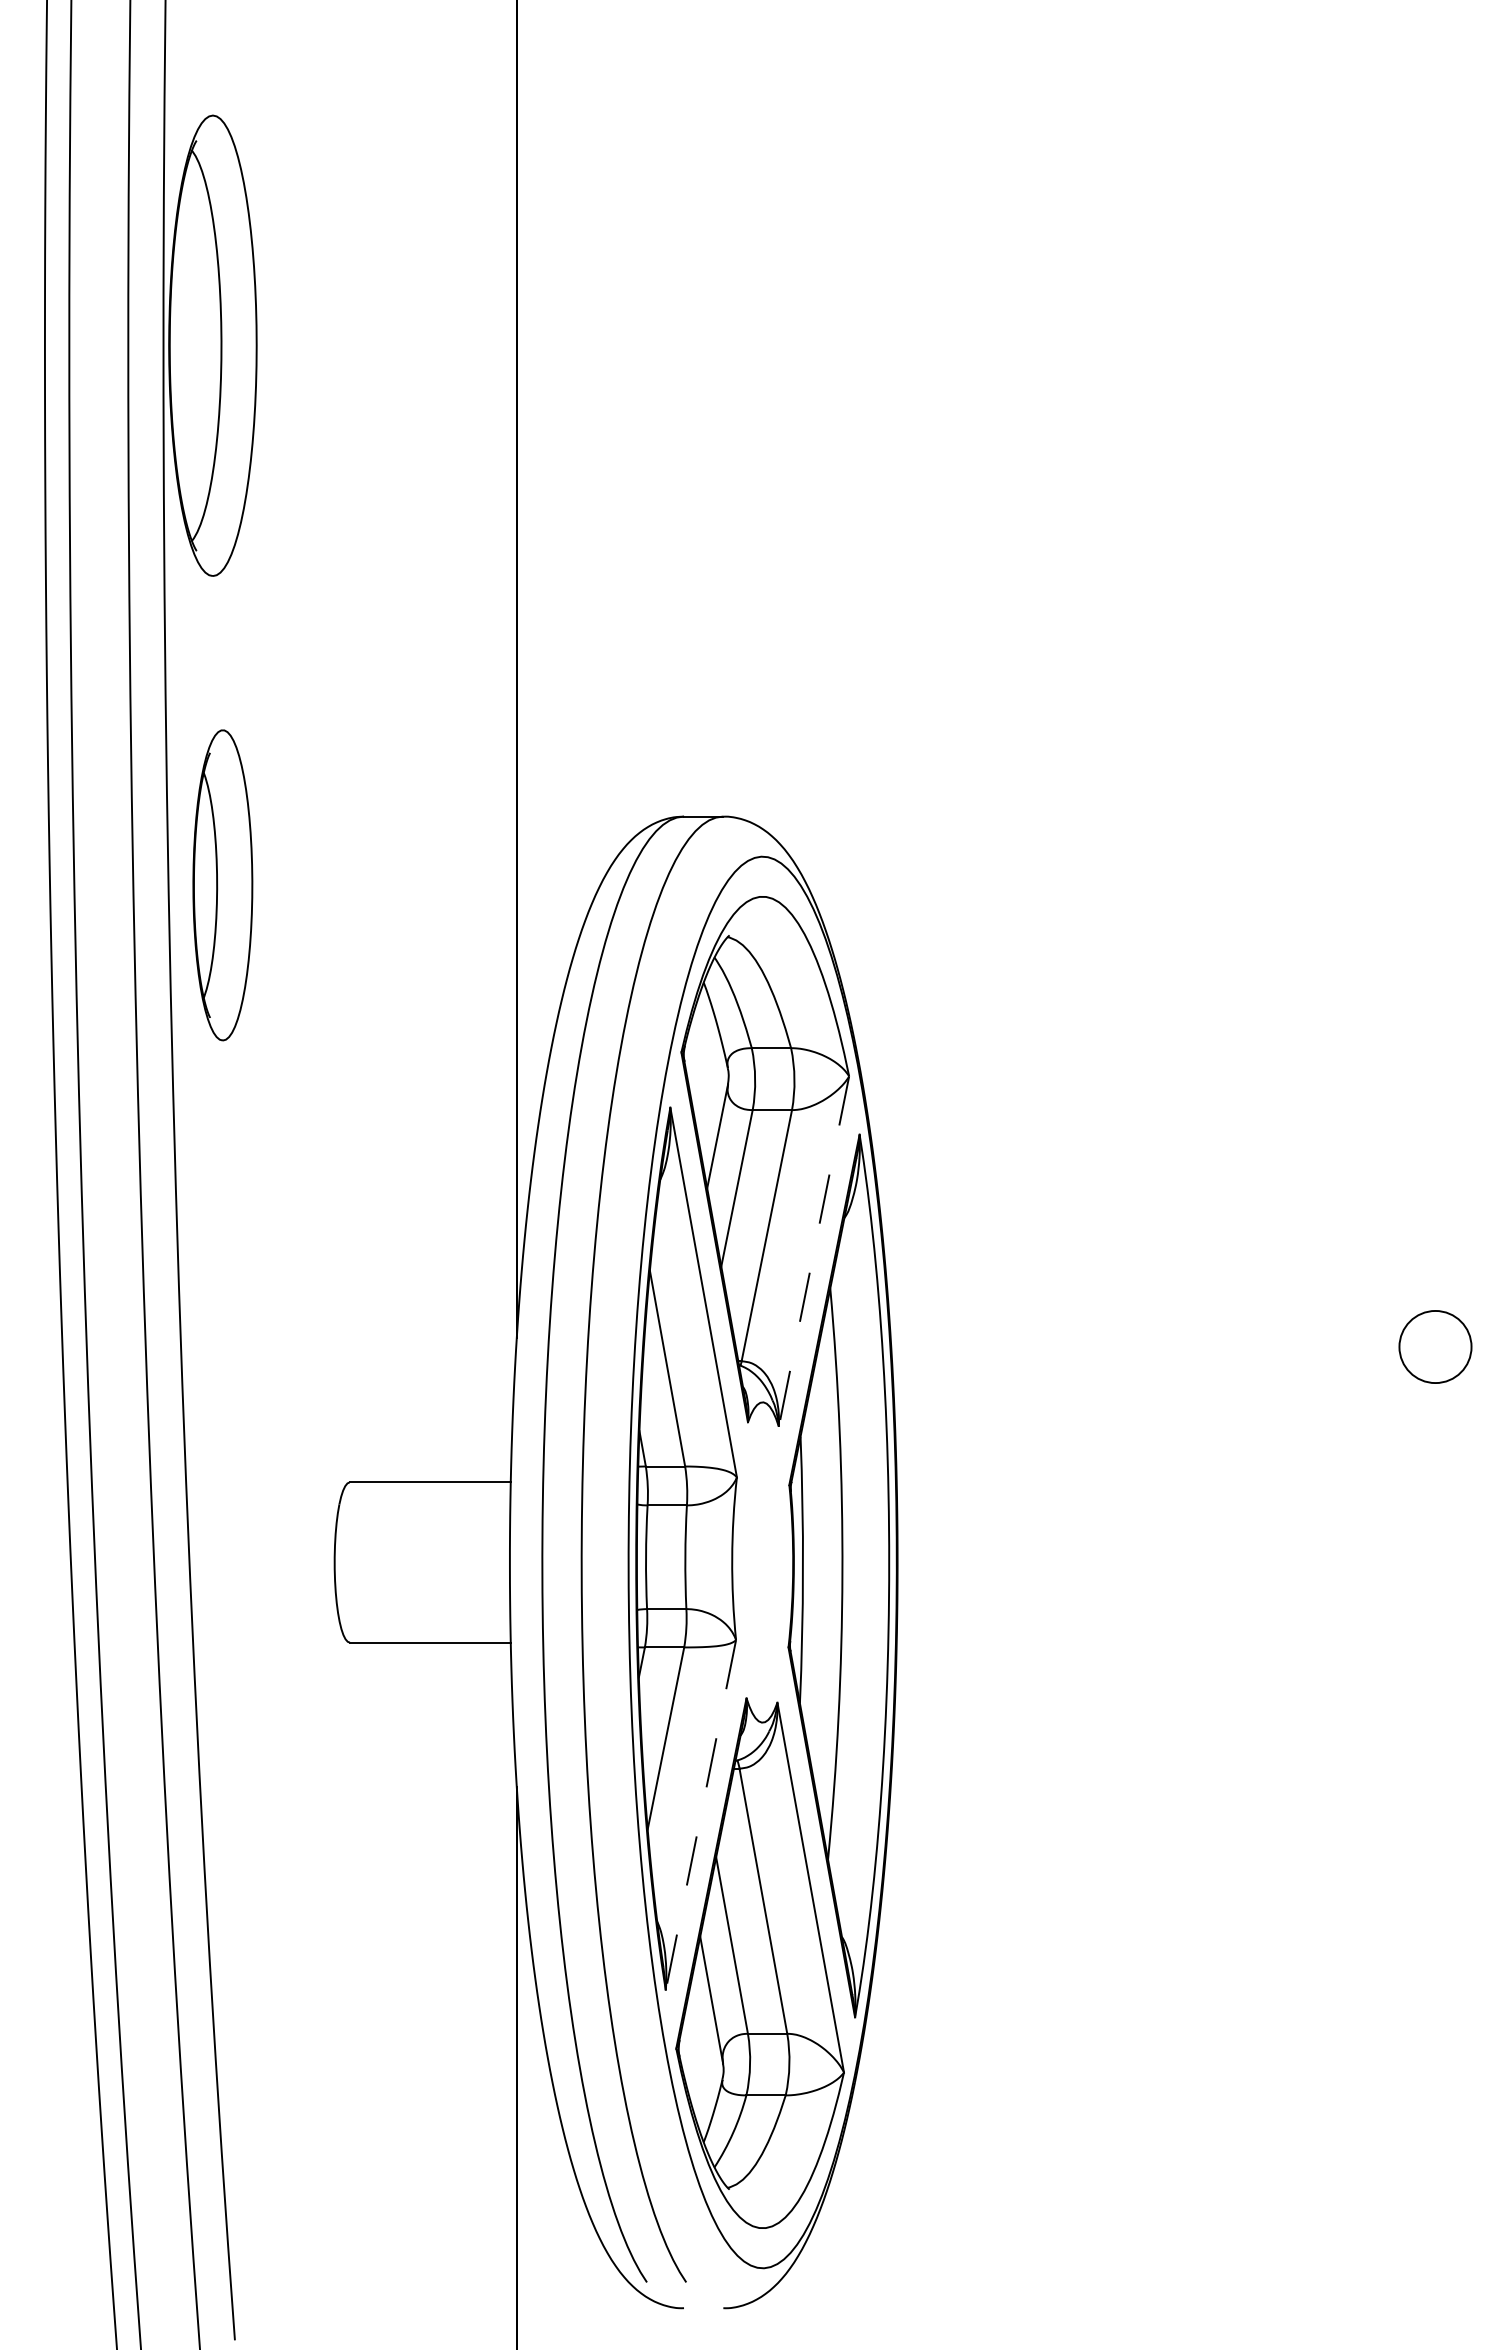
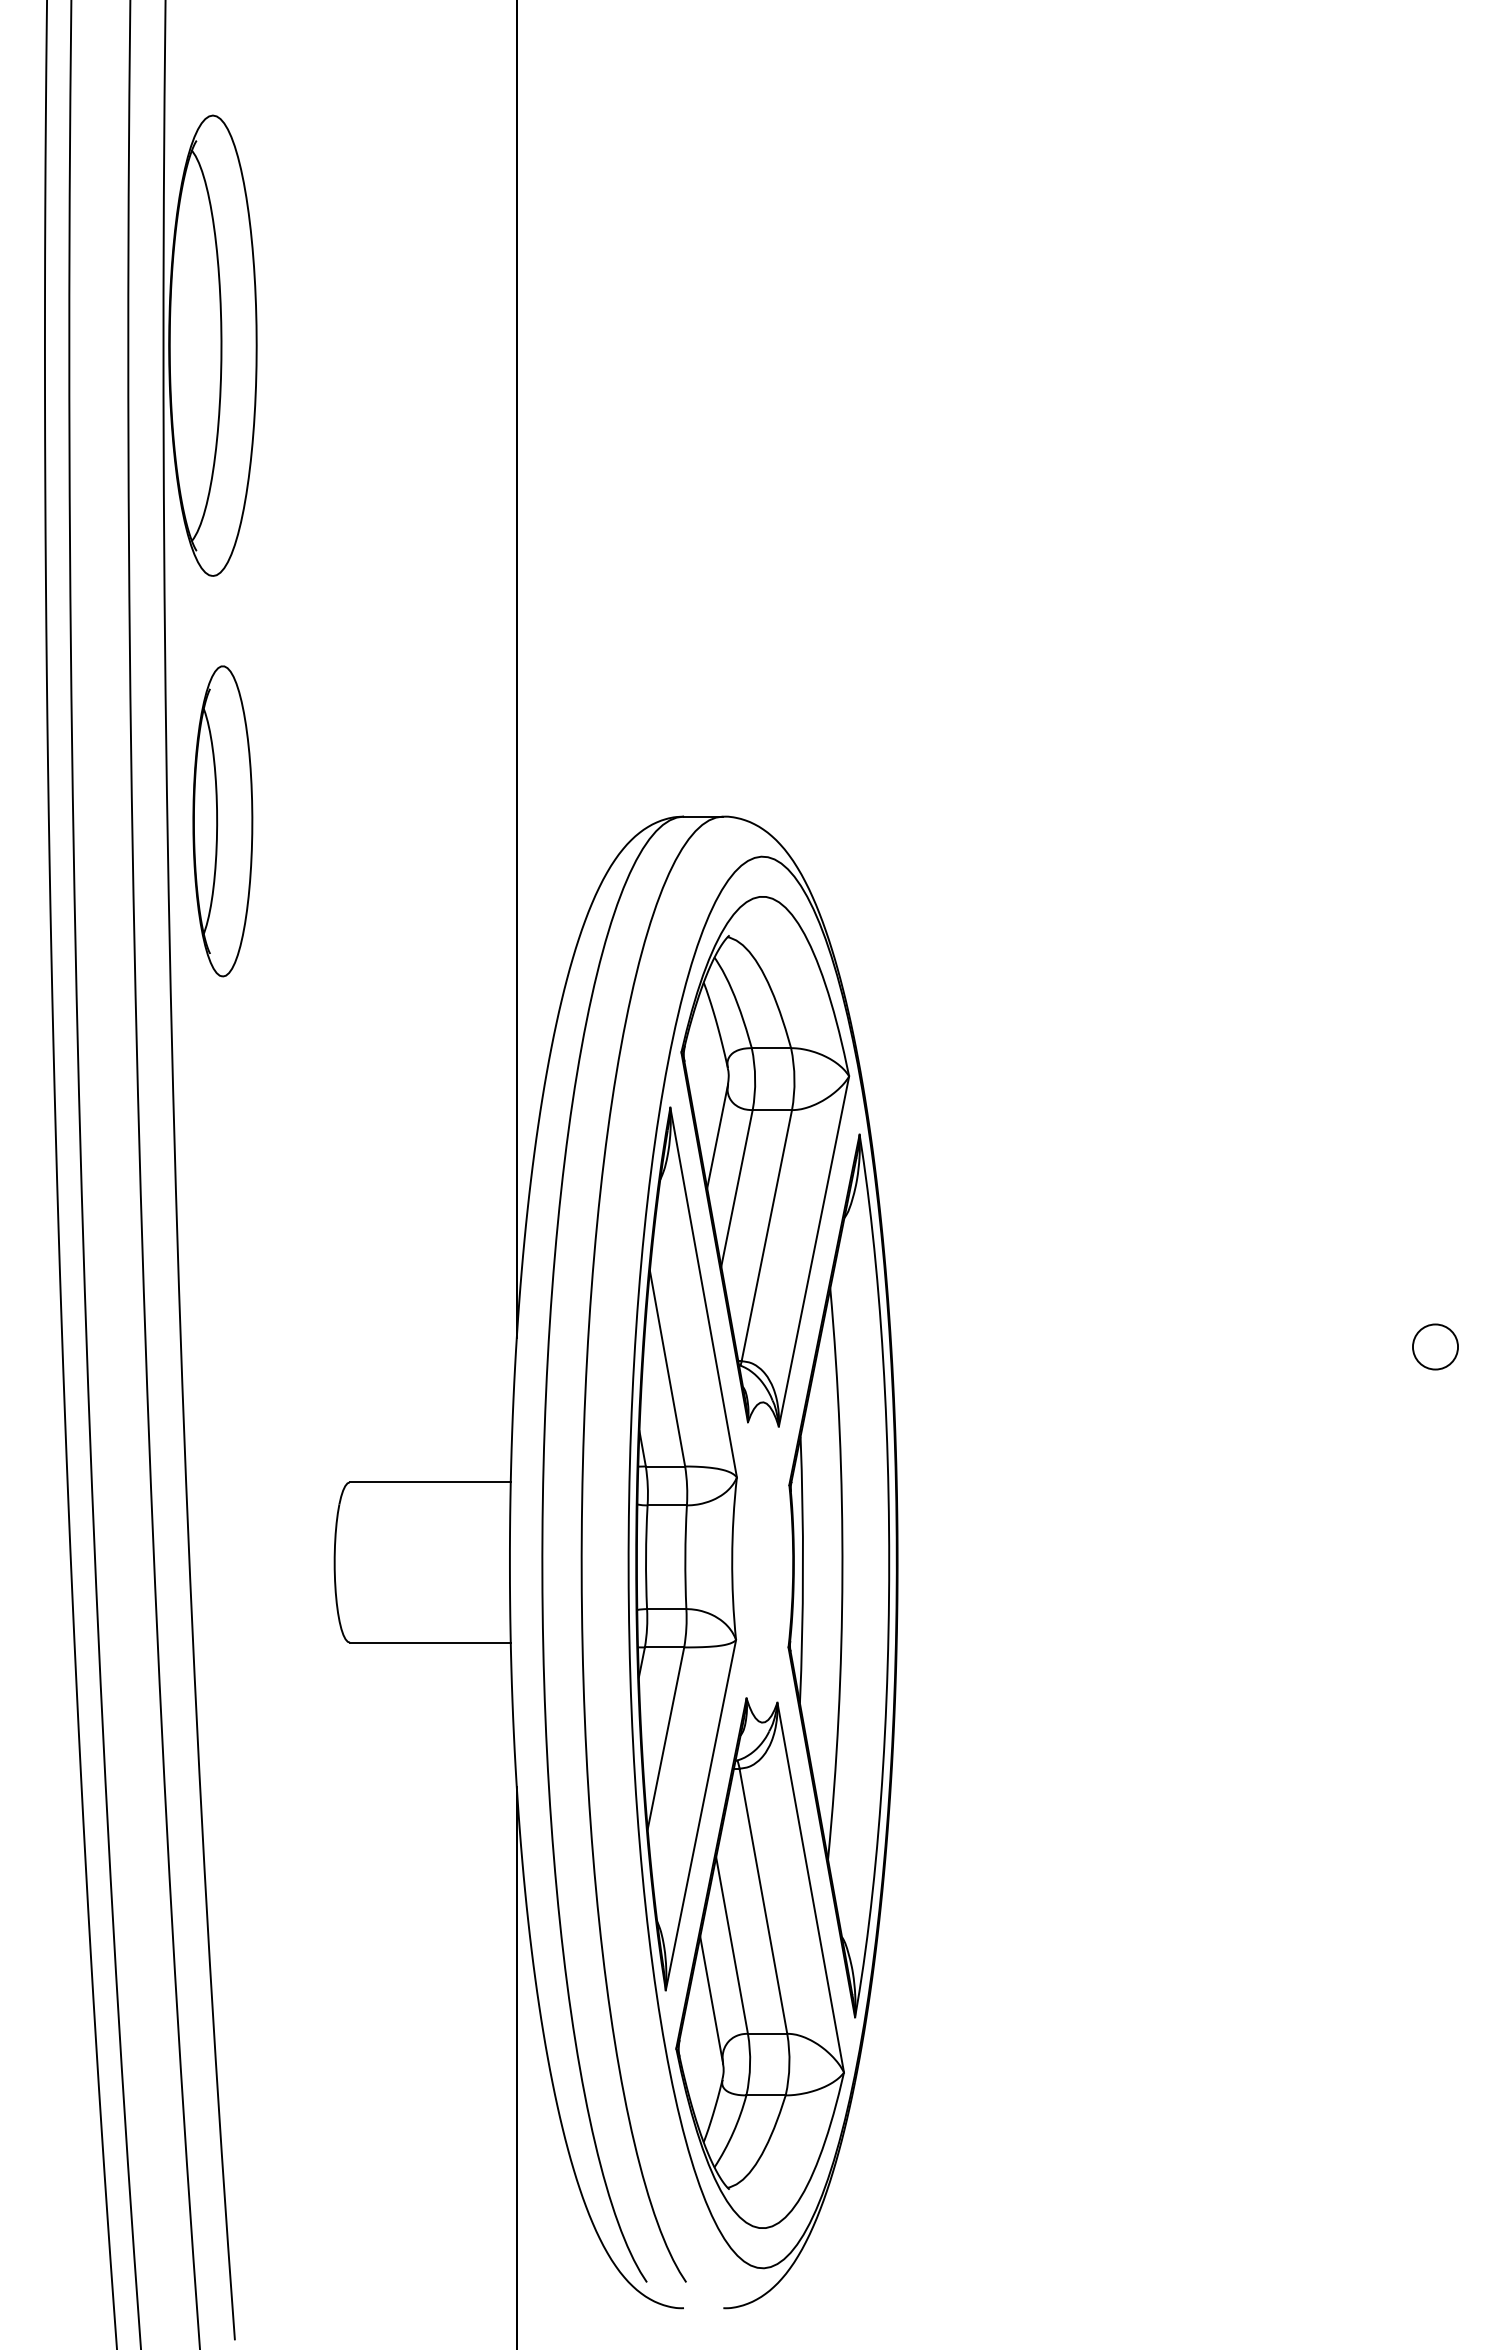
part at (222, 885) position: (222, 885) -> (222, 821)
line at (814, 1251): dashed -> solid
circle at (1435, 1346) diameter: 72 px -> 45 px
line at (700, 1815): dashed -> solid
